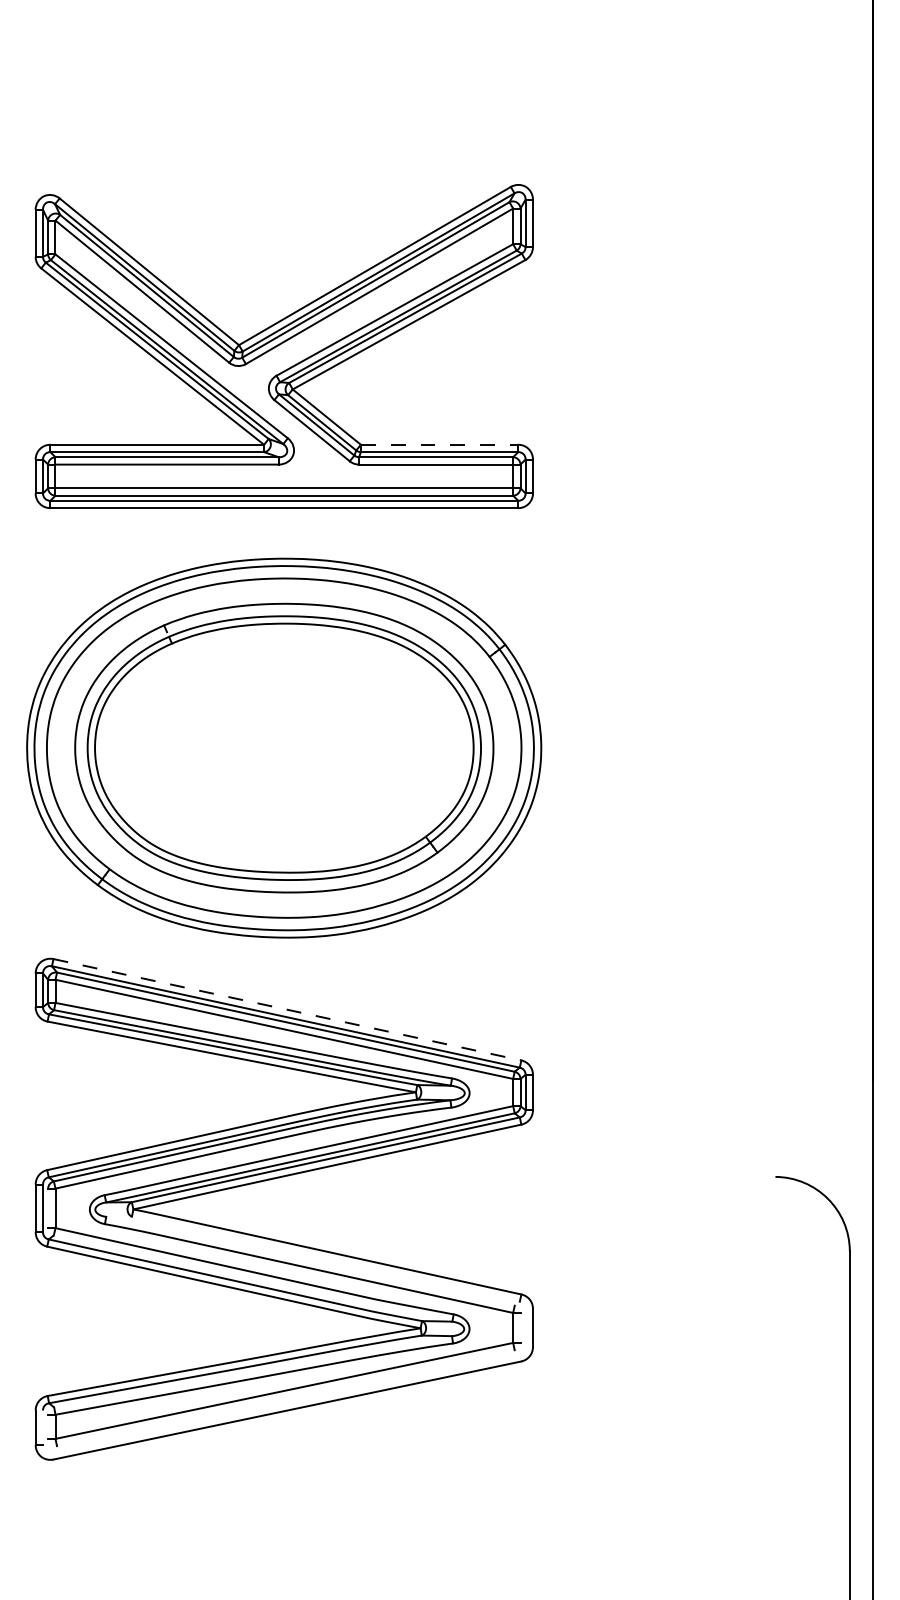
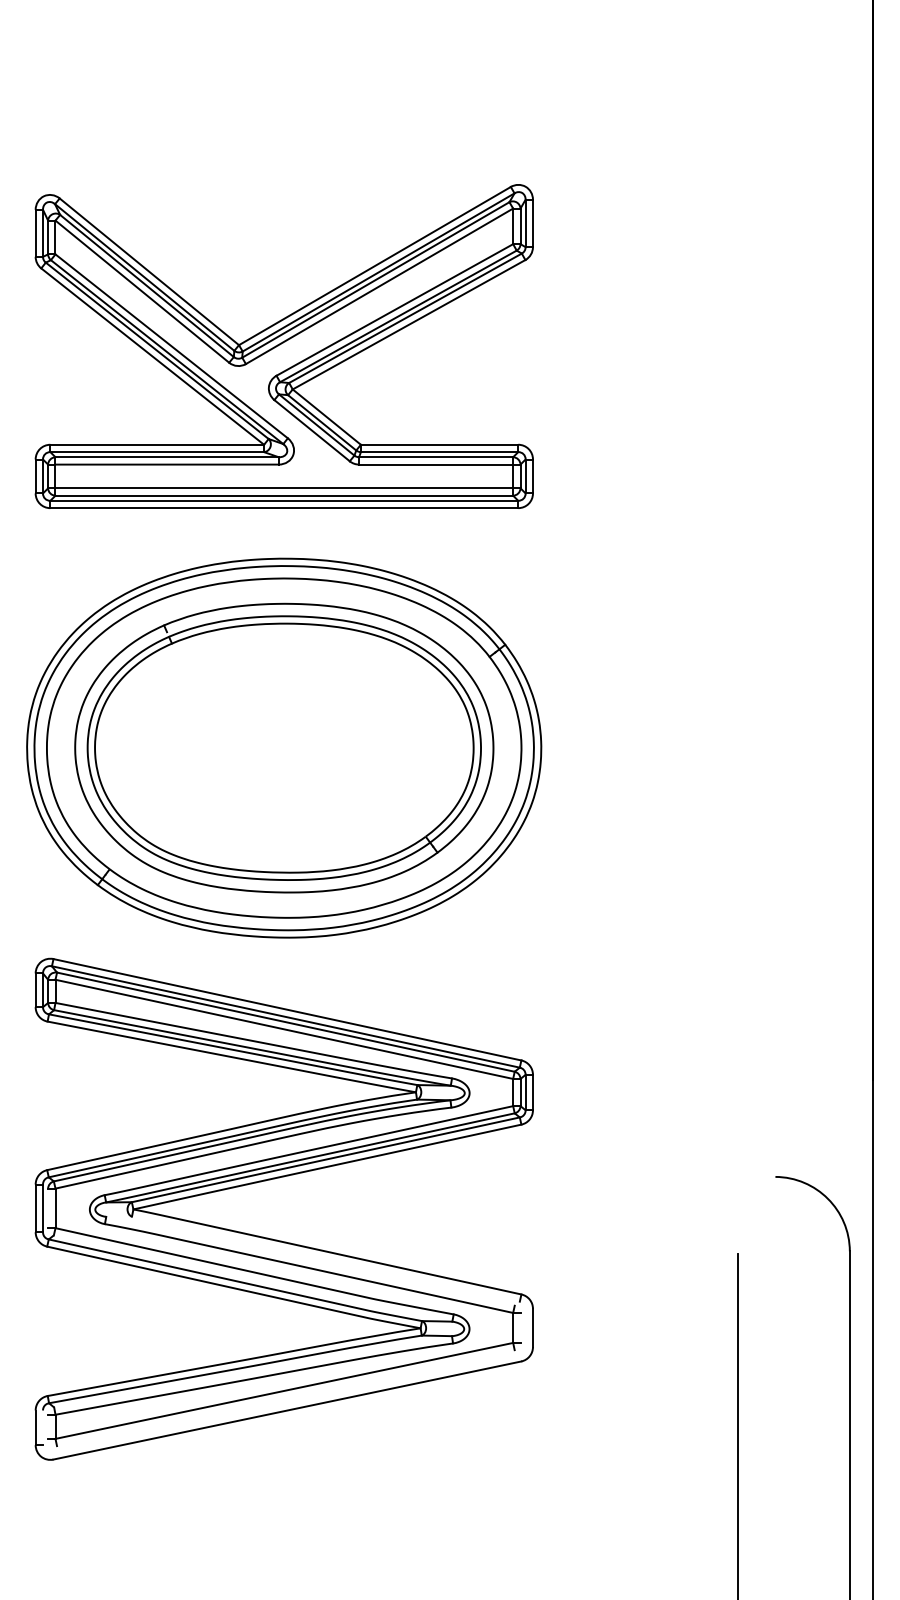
line at (439, 444): dashed -> solid
line at (287, 1009): dashed -> solid
line at (738, 1424): none -> present
